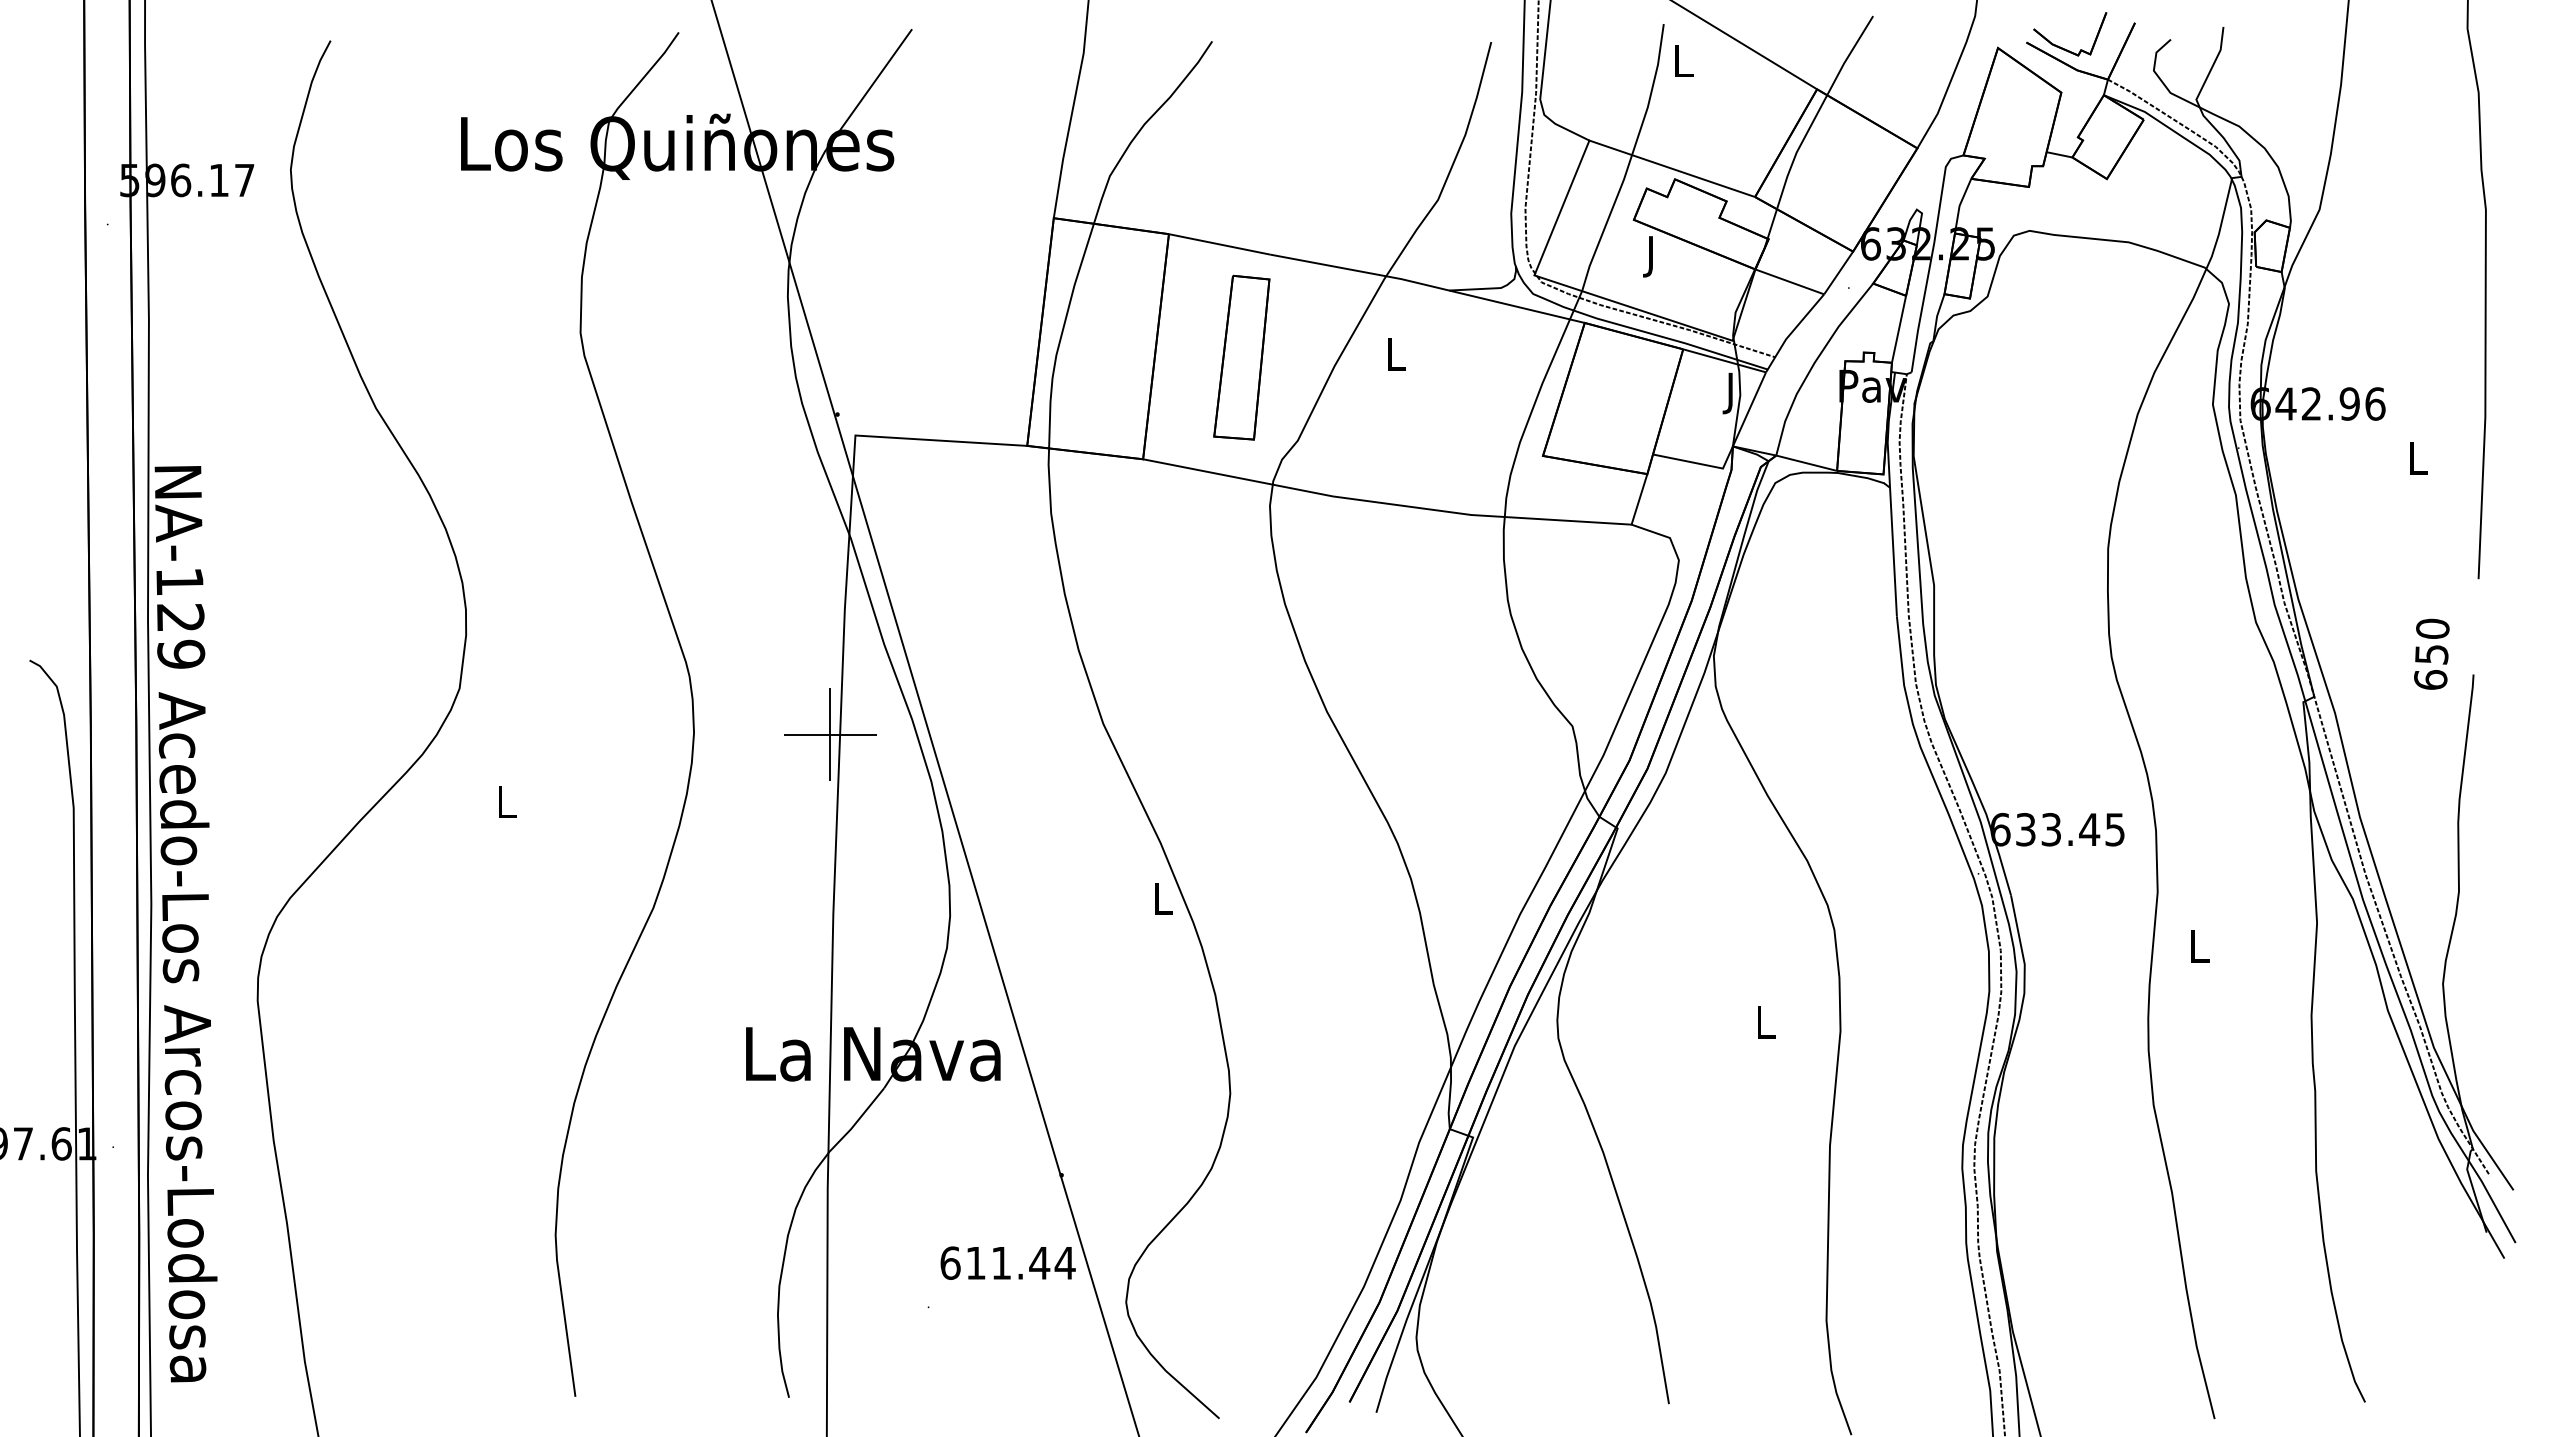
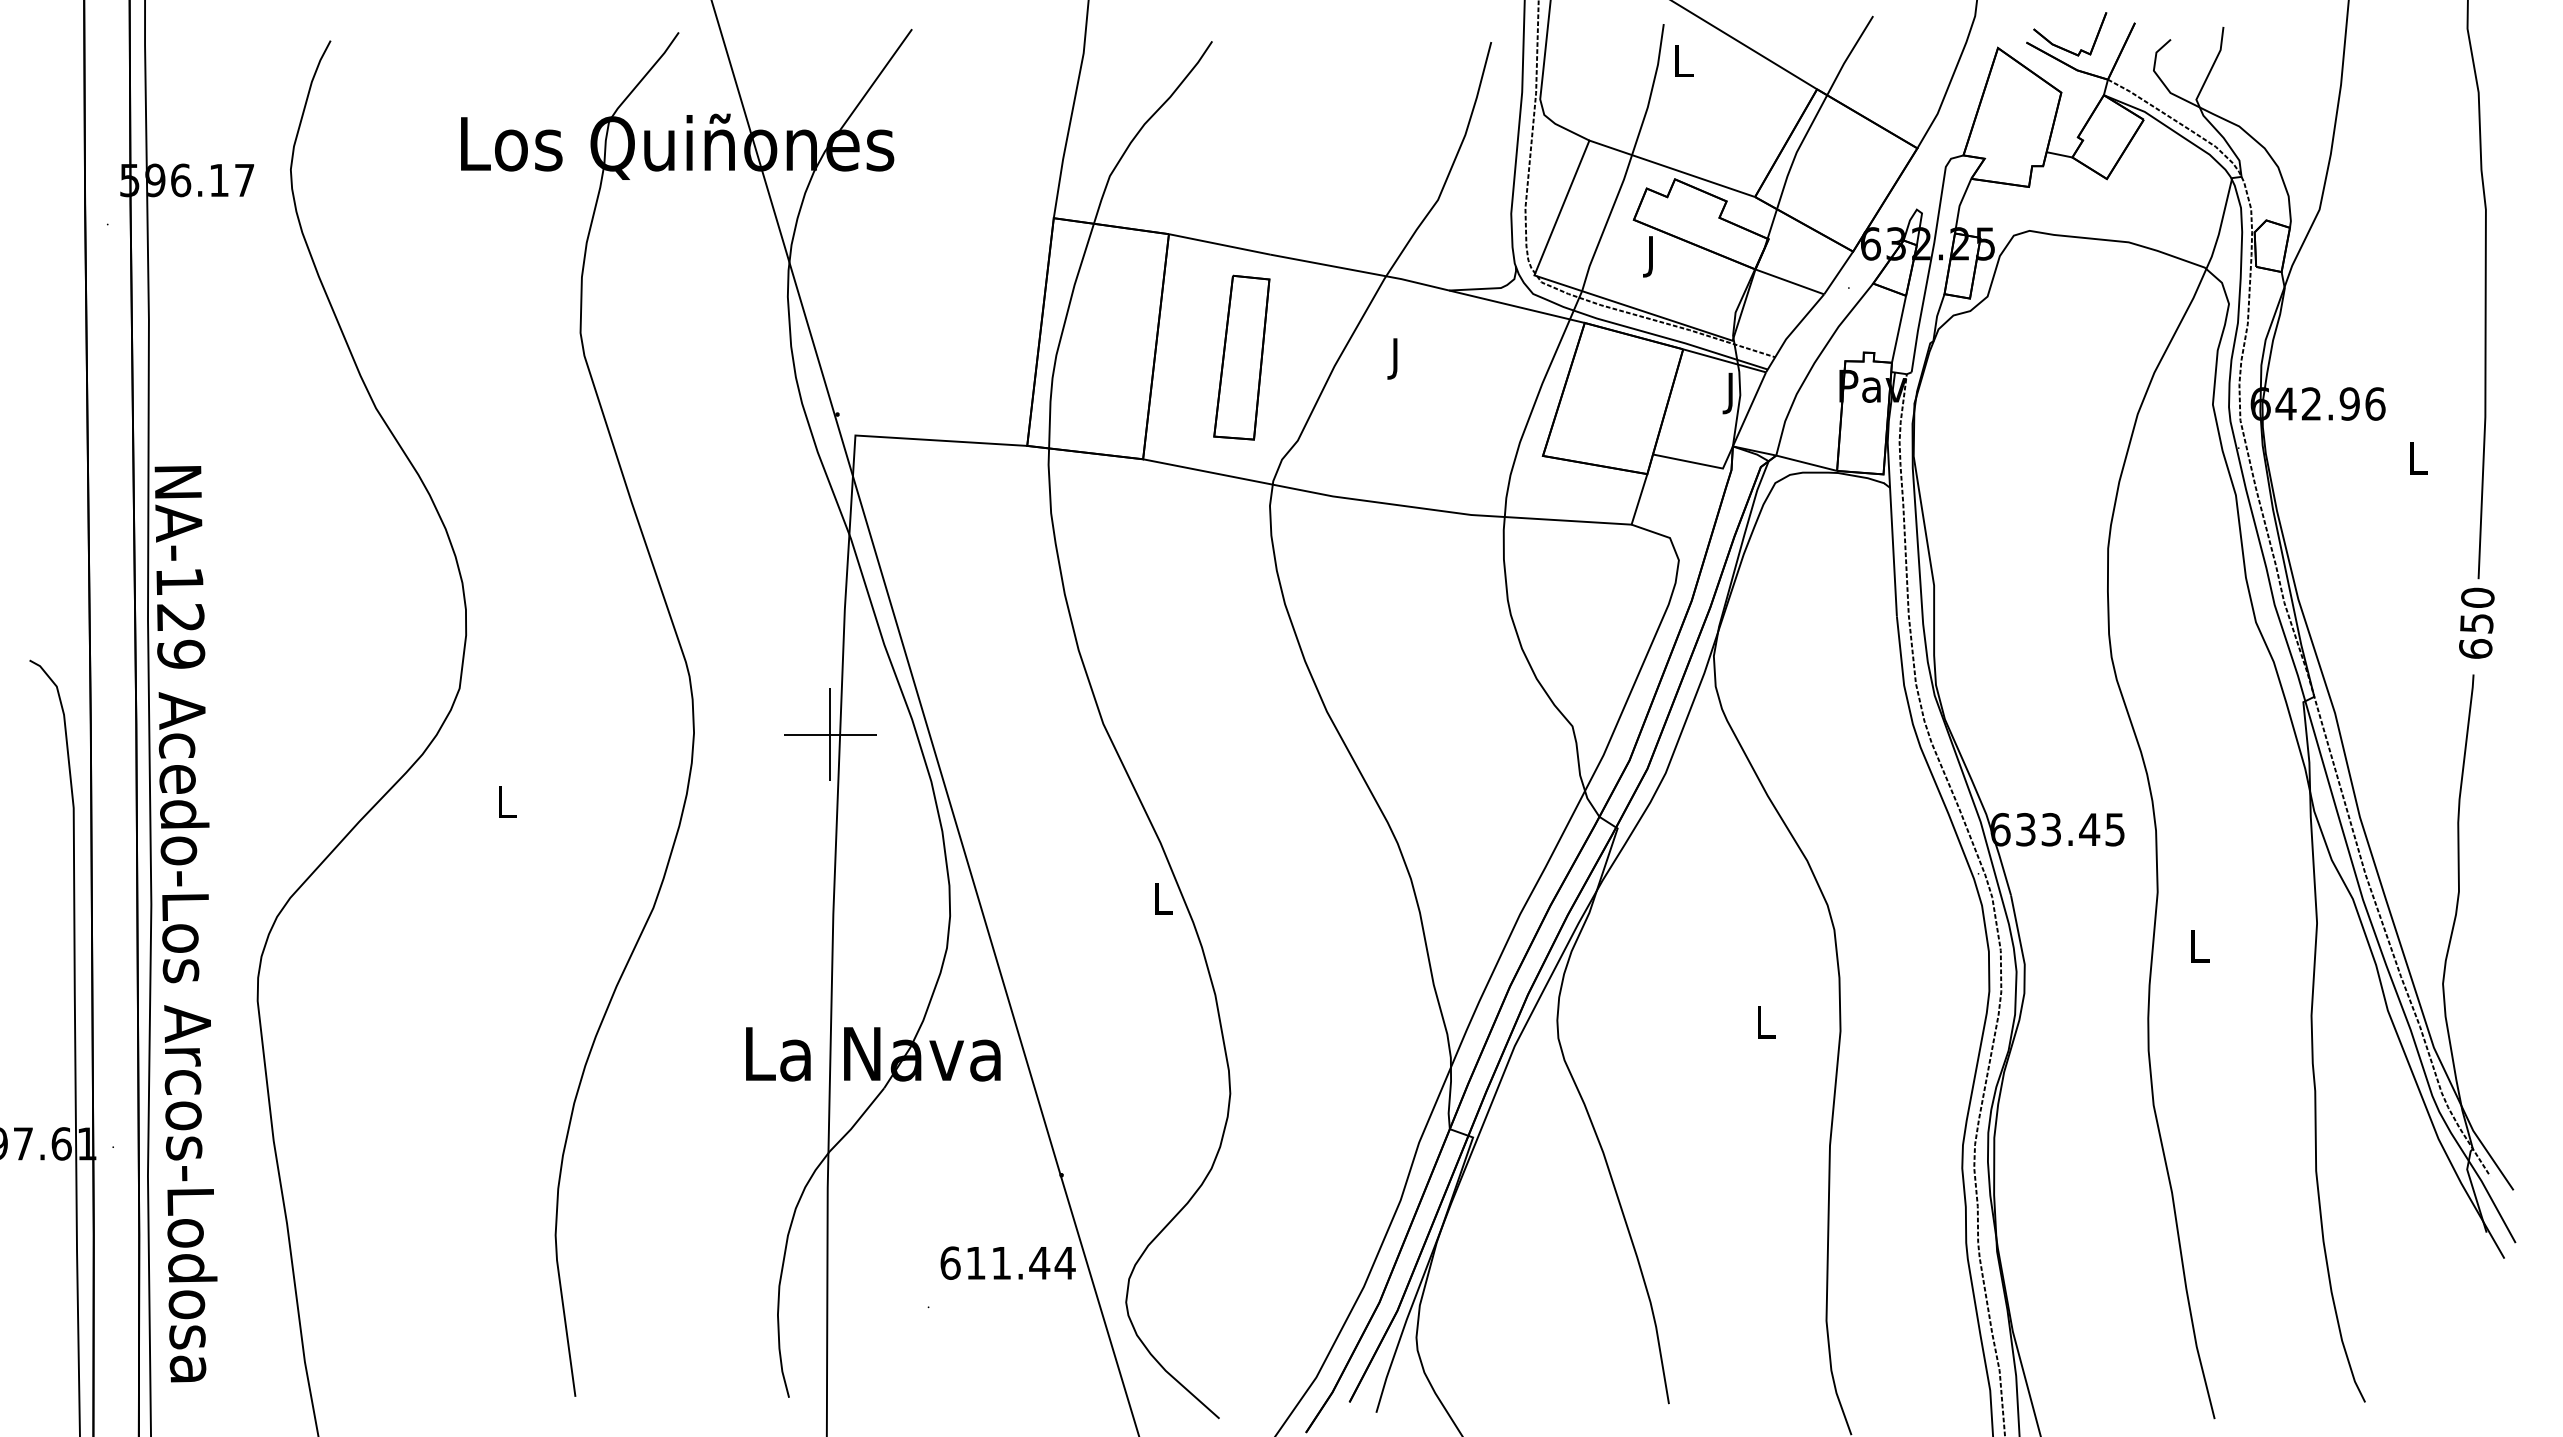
text at (1396, 358): L -> J
text at (2431, 653) position: (2431, 653) -> (2476, 622)
